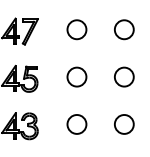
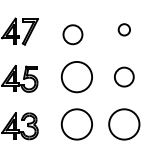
circle at (76, 29) position: (76, 29) -> (72, 34)
circle at (124, 29) size: 21x22 px -> 14x14 px
circle at (76, 76) diameter: 19 px -> 30 px
circle at (76, 123) diameter: 19 px -> 30 px
circle at (123, 123) diameter: 19 px -> 30 px
